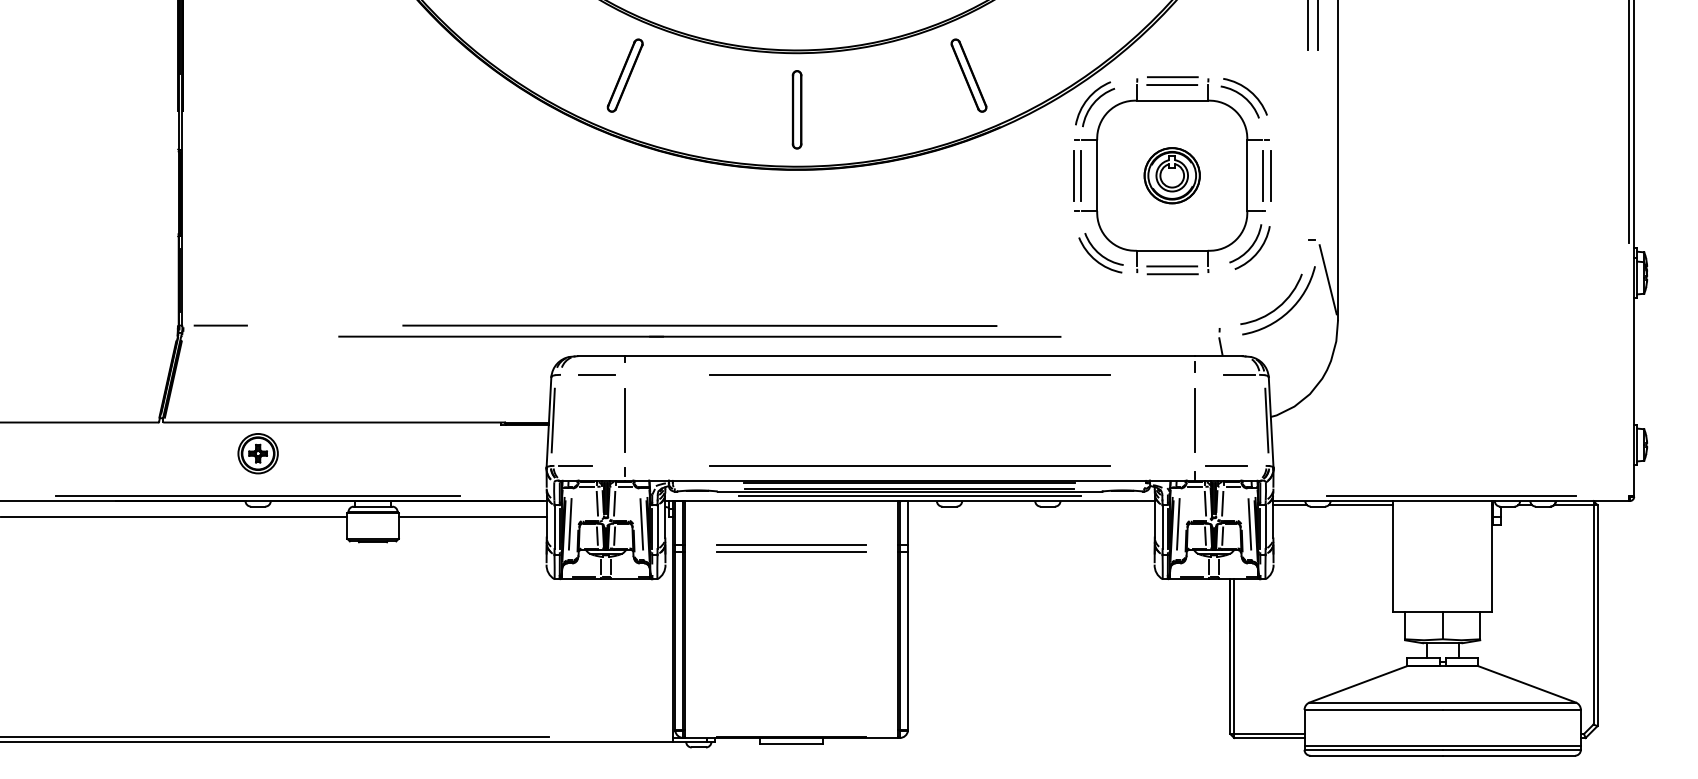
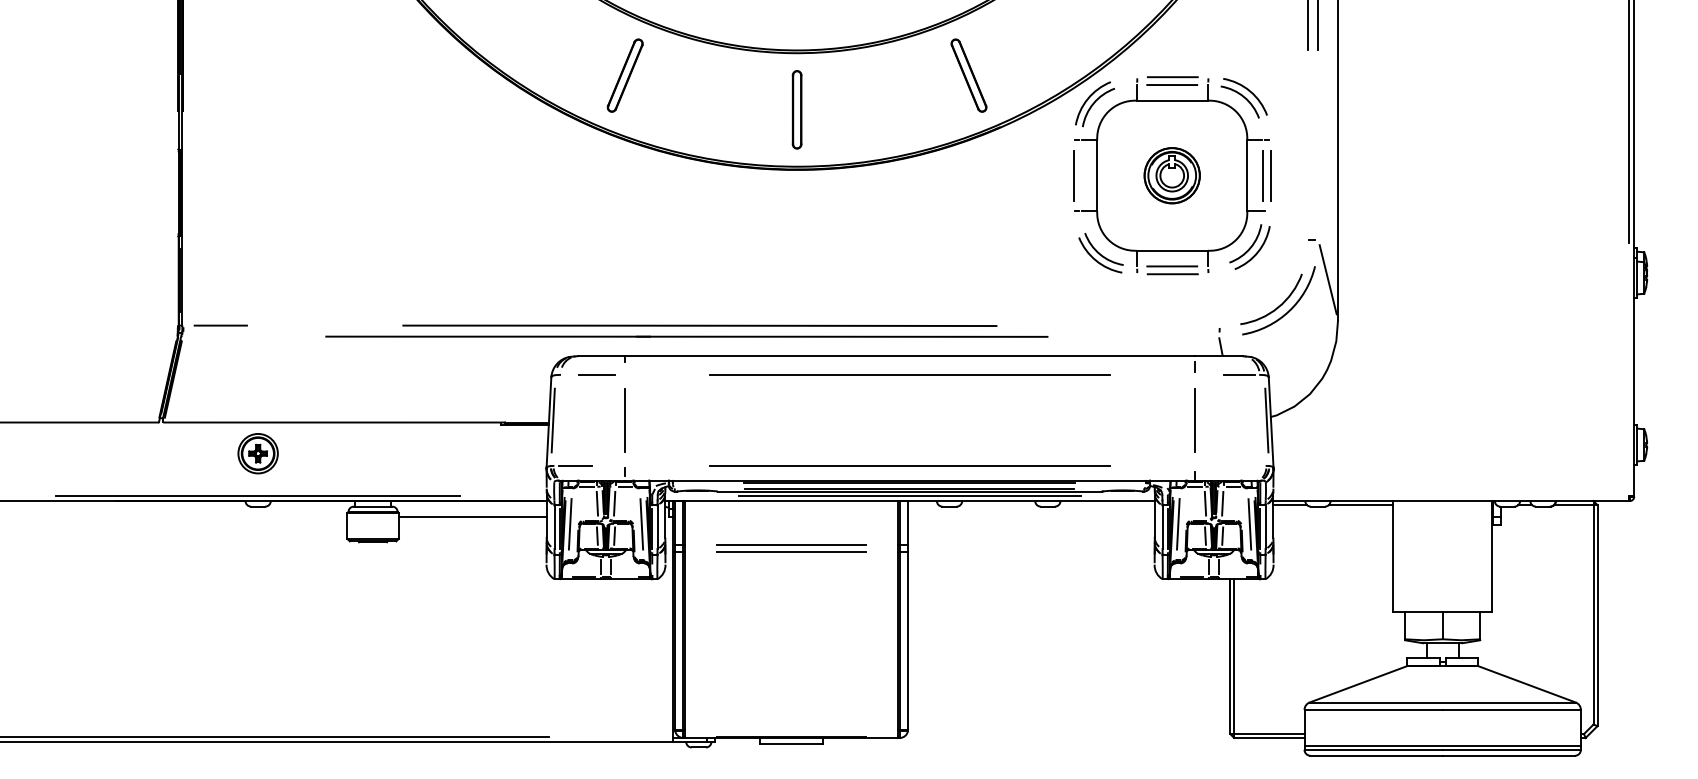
line at (1081, 175): present -> none
line at (699, 336) position: (699, 336) -> (686, 336)
line at (1226, 465): present -> none
line at (1450, 495): present -> none
line at (174, 516): present -> none
